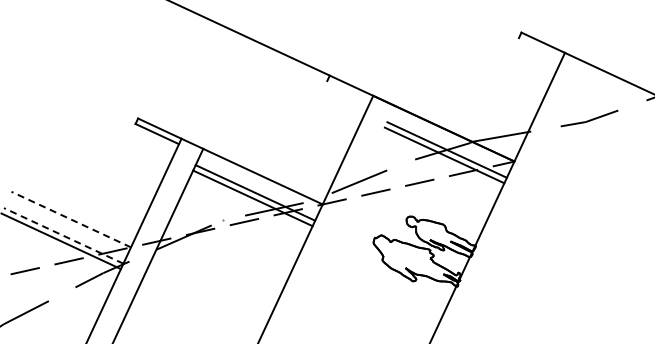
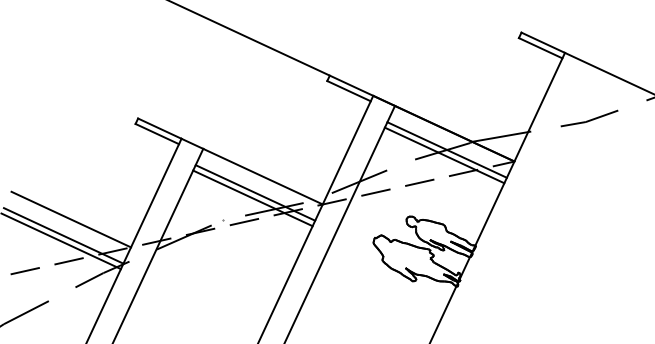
line at (540, 48): none -> present
line at (348, 91): none -> present
line at (71, 219): dashed -> solid
line at (340, 222): none -> present
line at (63, 235): dashed -> solid
